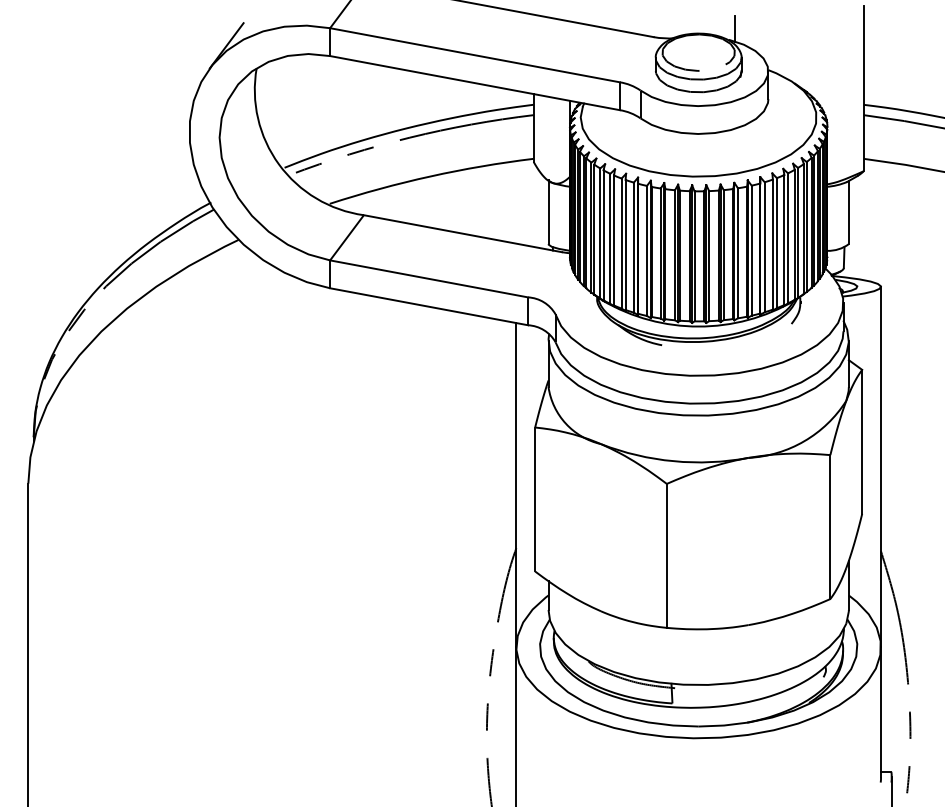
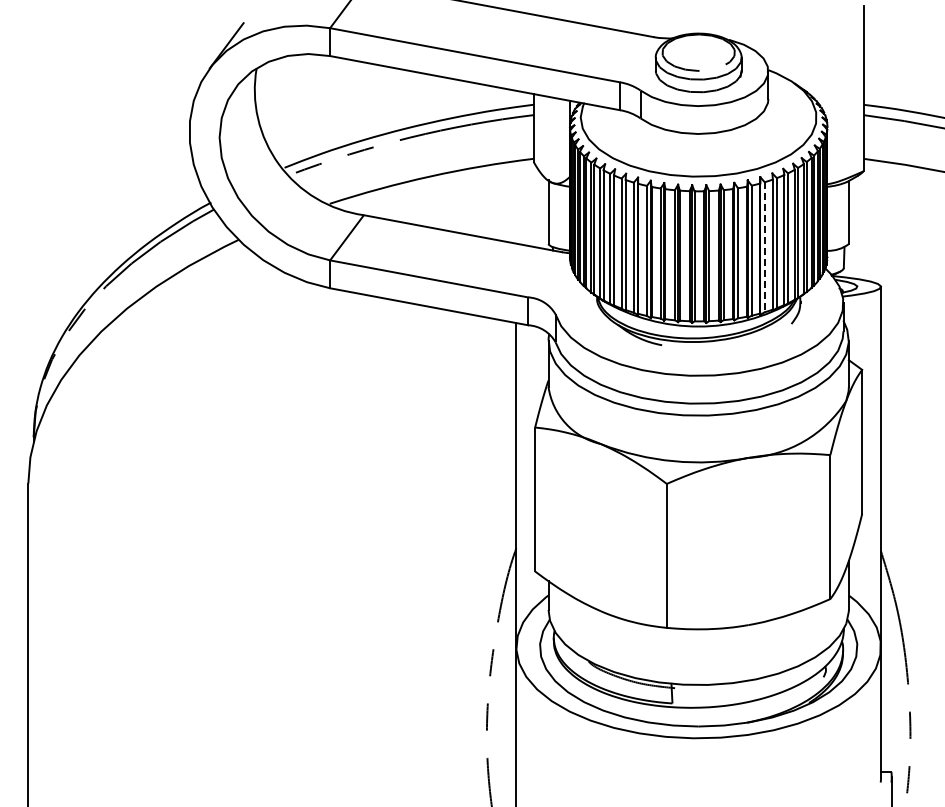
line at (735, 28): present -> none
line at (764, 247): solid -> dashed
